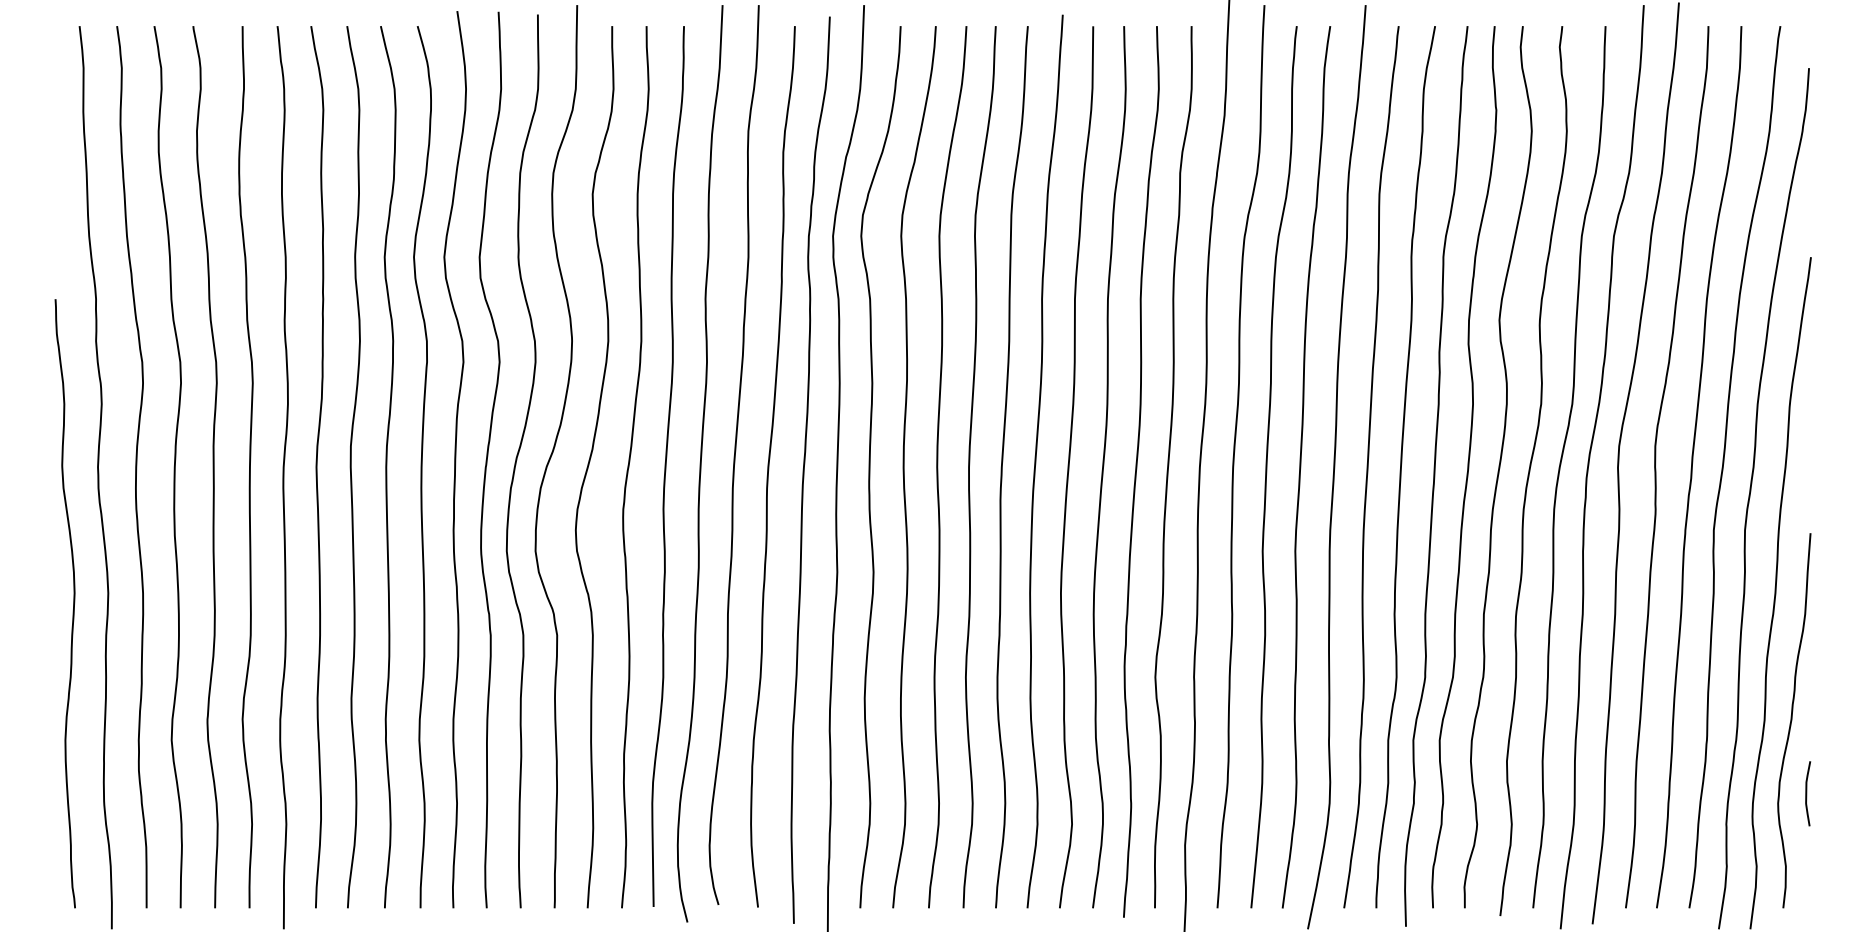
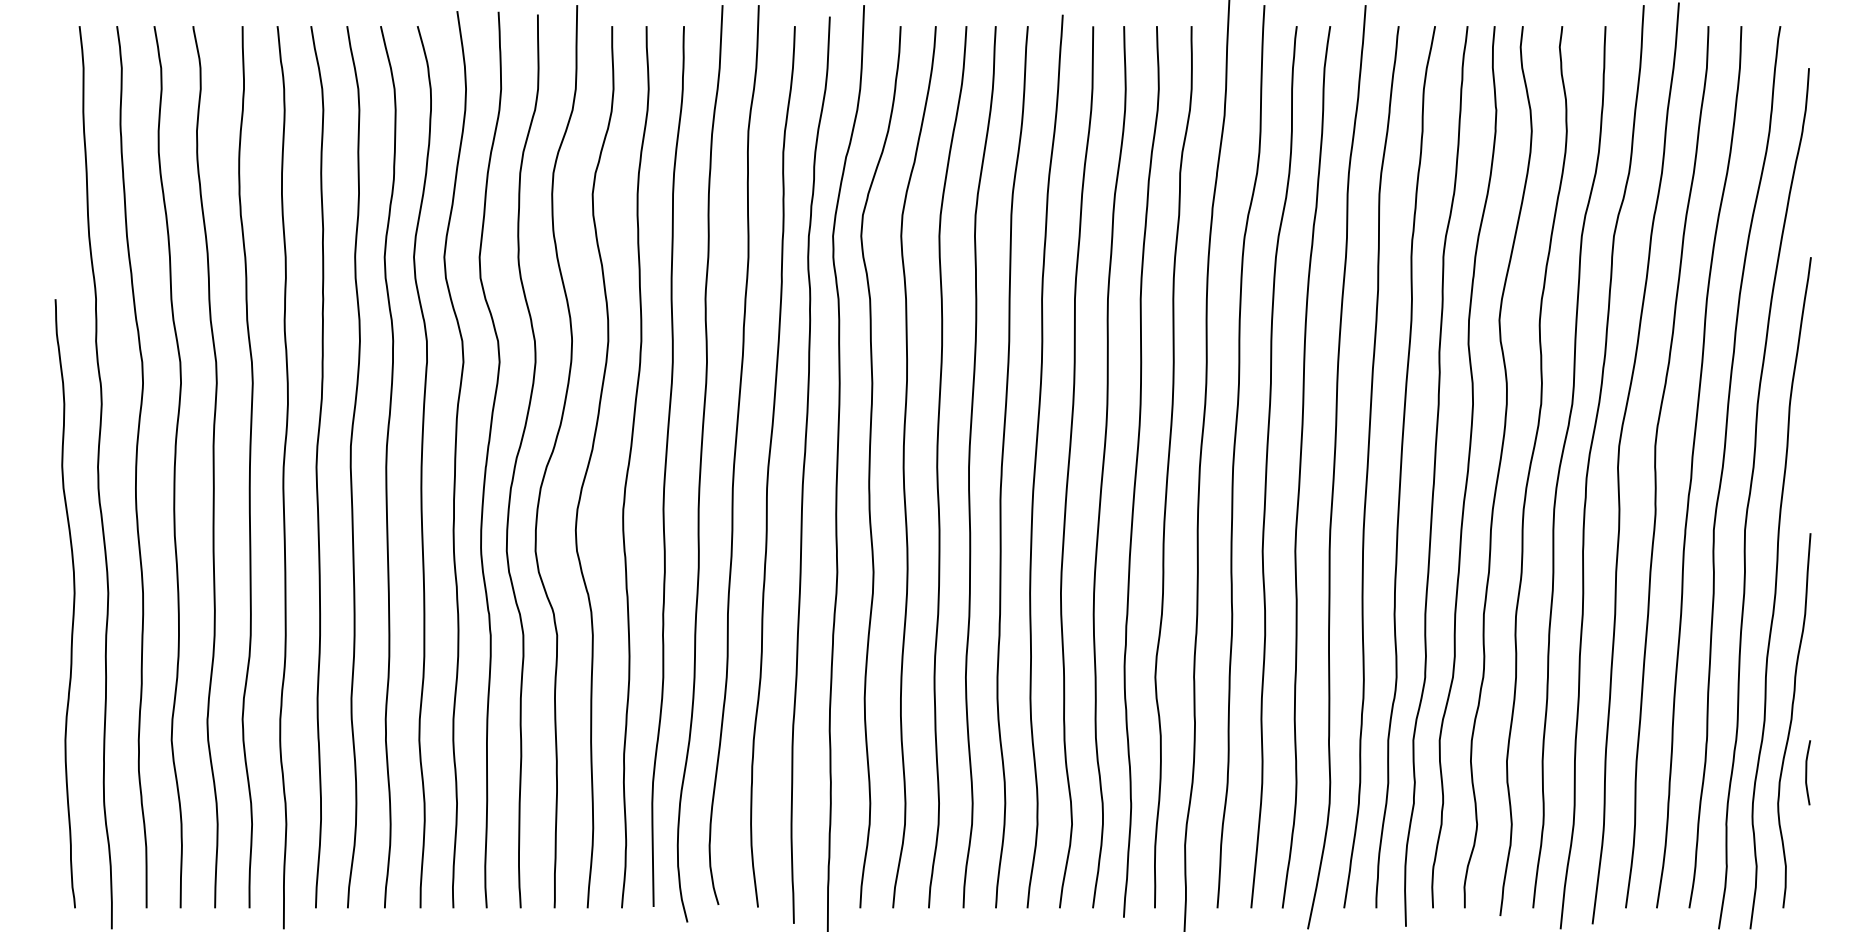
curve at (1807, 793) position: (1807, 793) -> (1807, 772)
